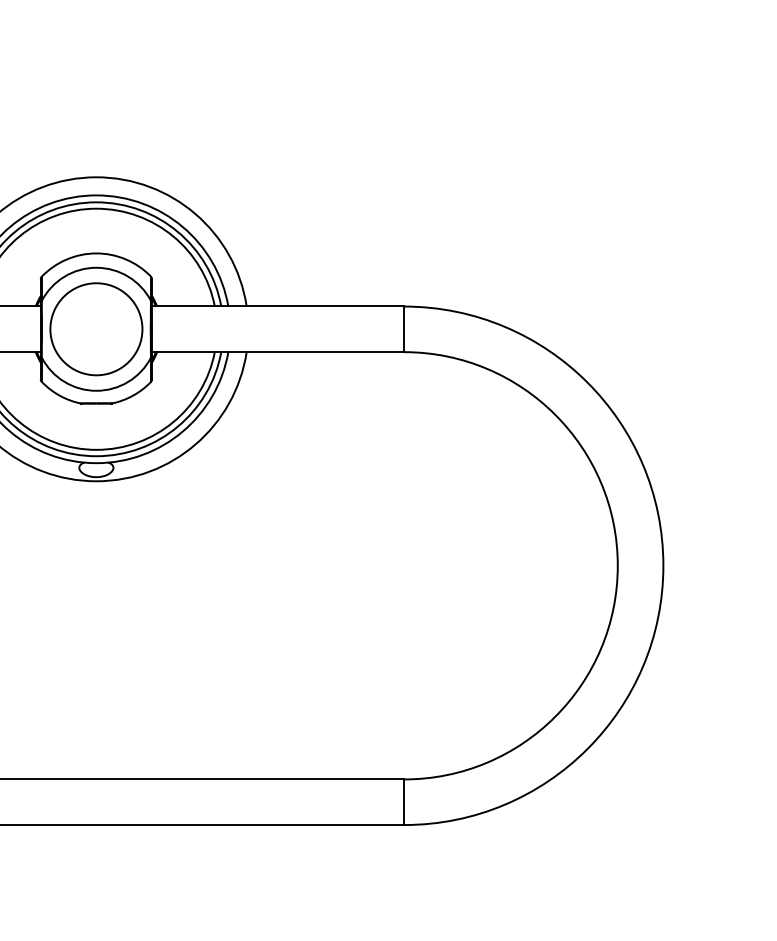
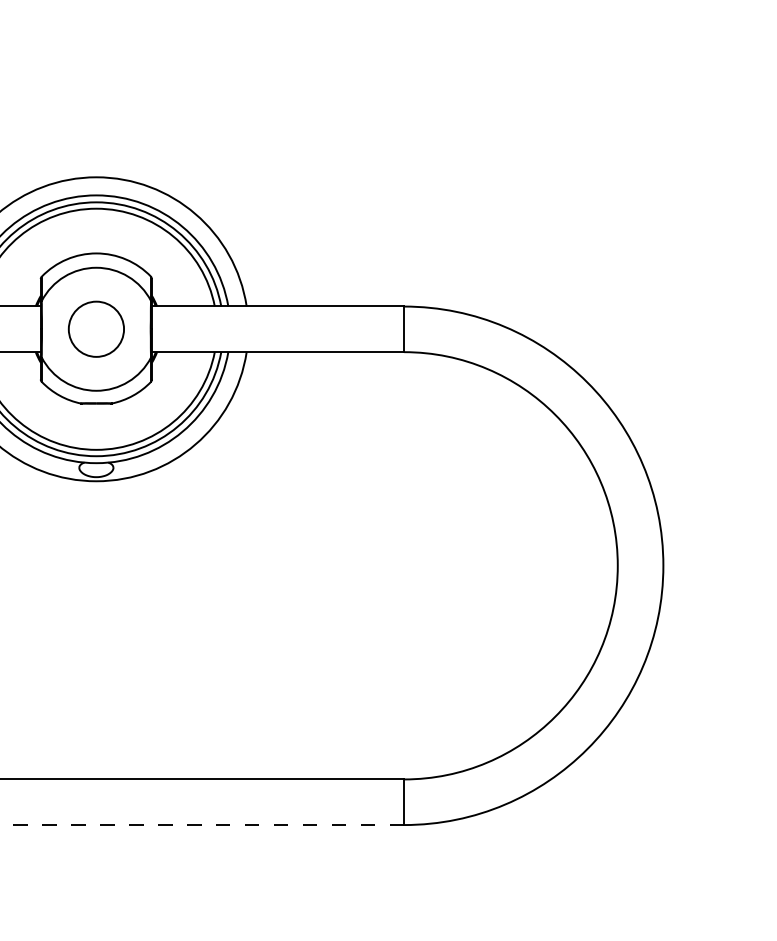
circle at (96, 329) diameter: 92 px -> 55 px
line at (202, 825): solid -> dashed
